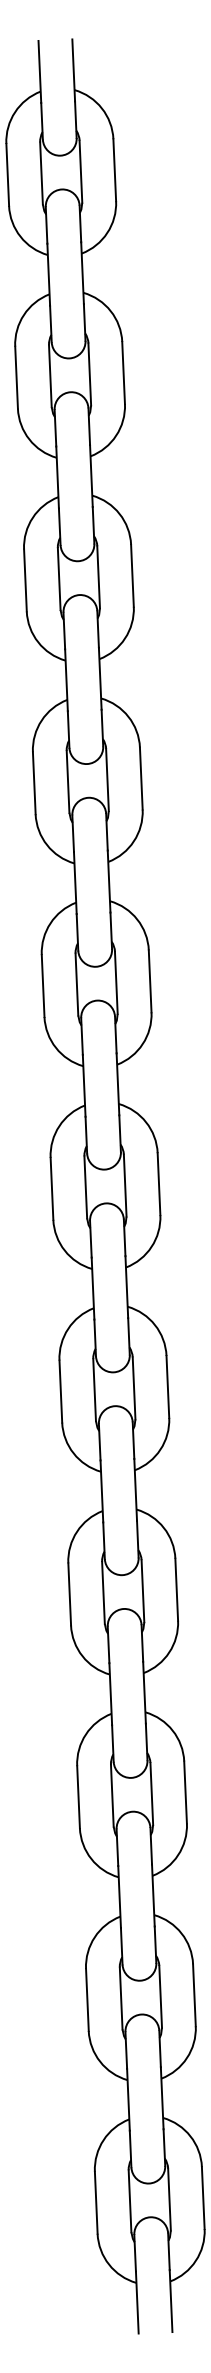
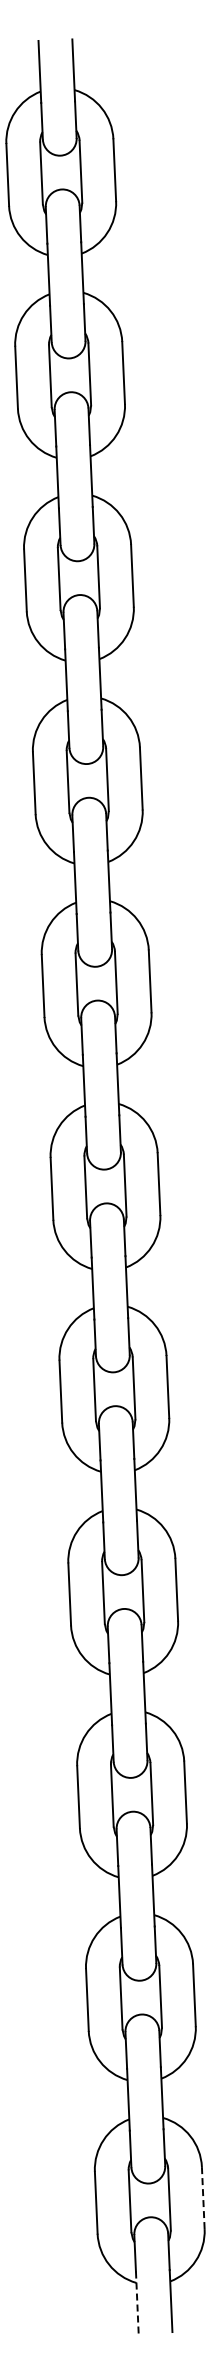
line at (203, 2197): solid -> dashed
line at (137, 2303): solid -> dashed
